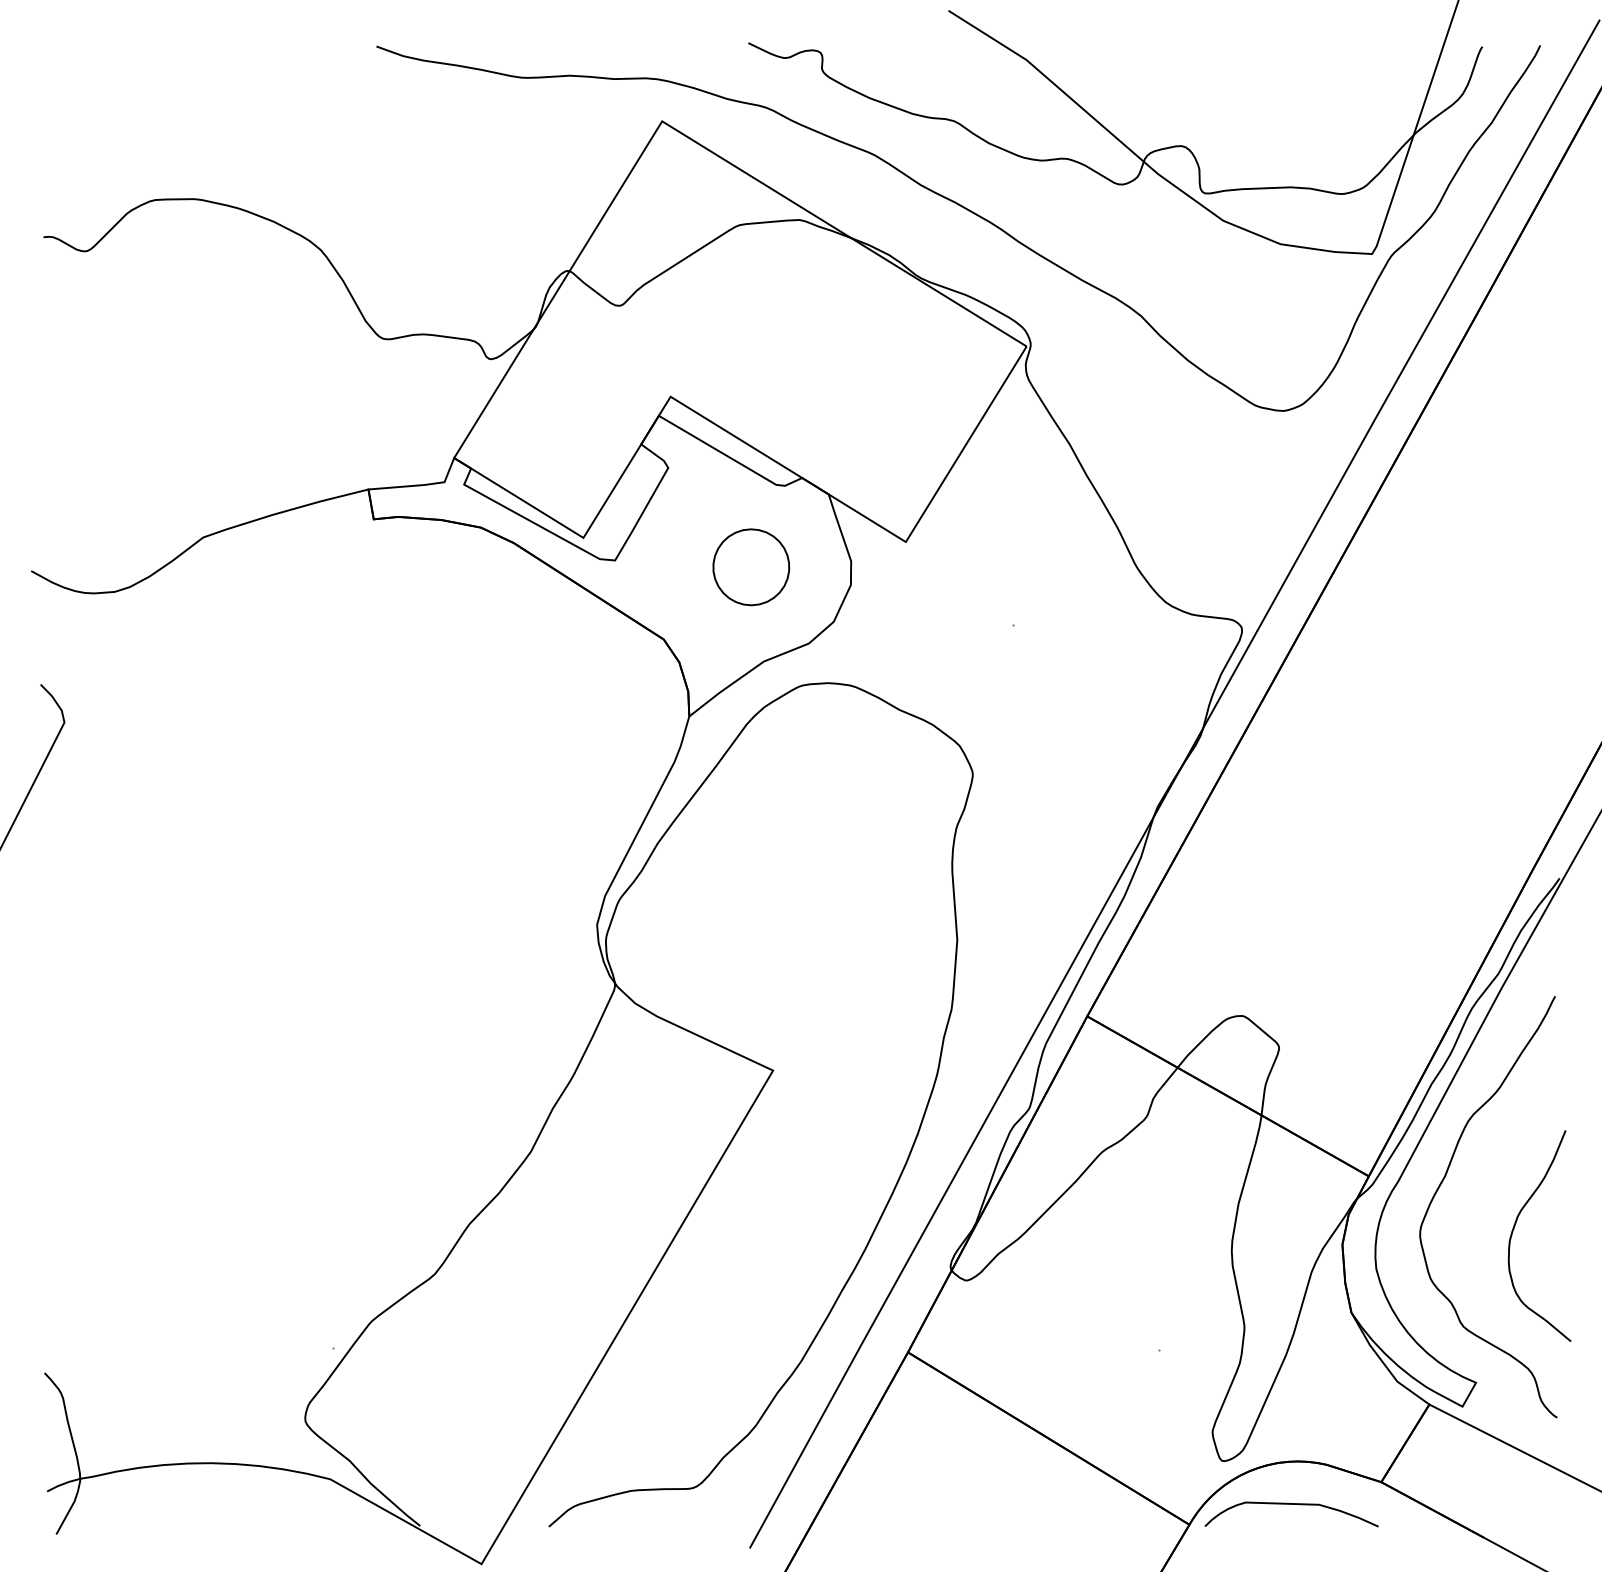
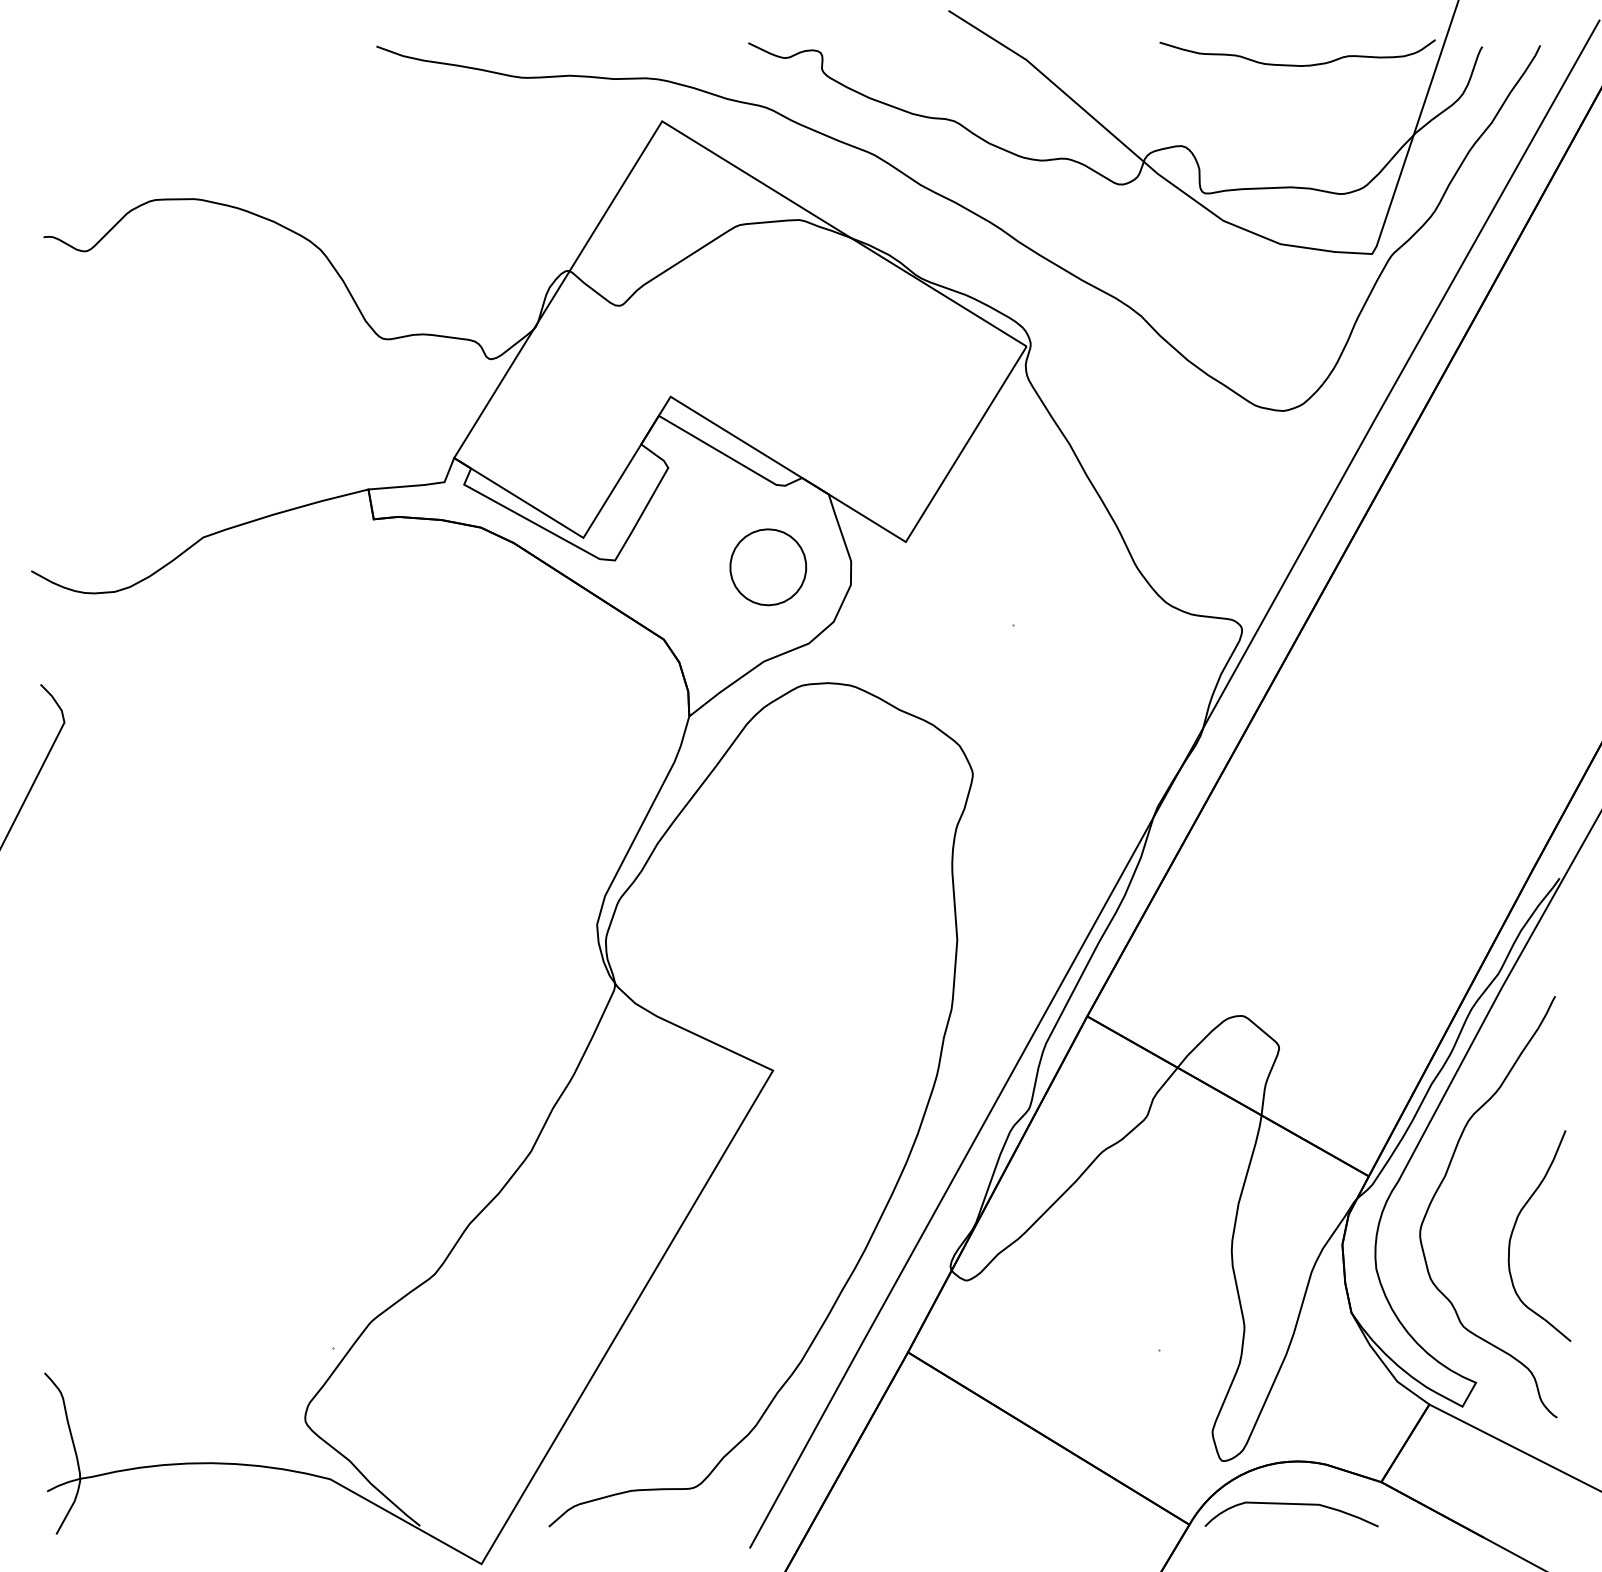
curve at (1296, 64): none -> present
part at (751, 567) position: (751, 567) -> (768, 567)
